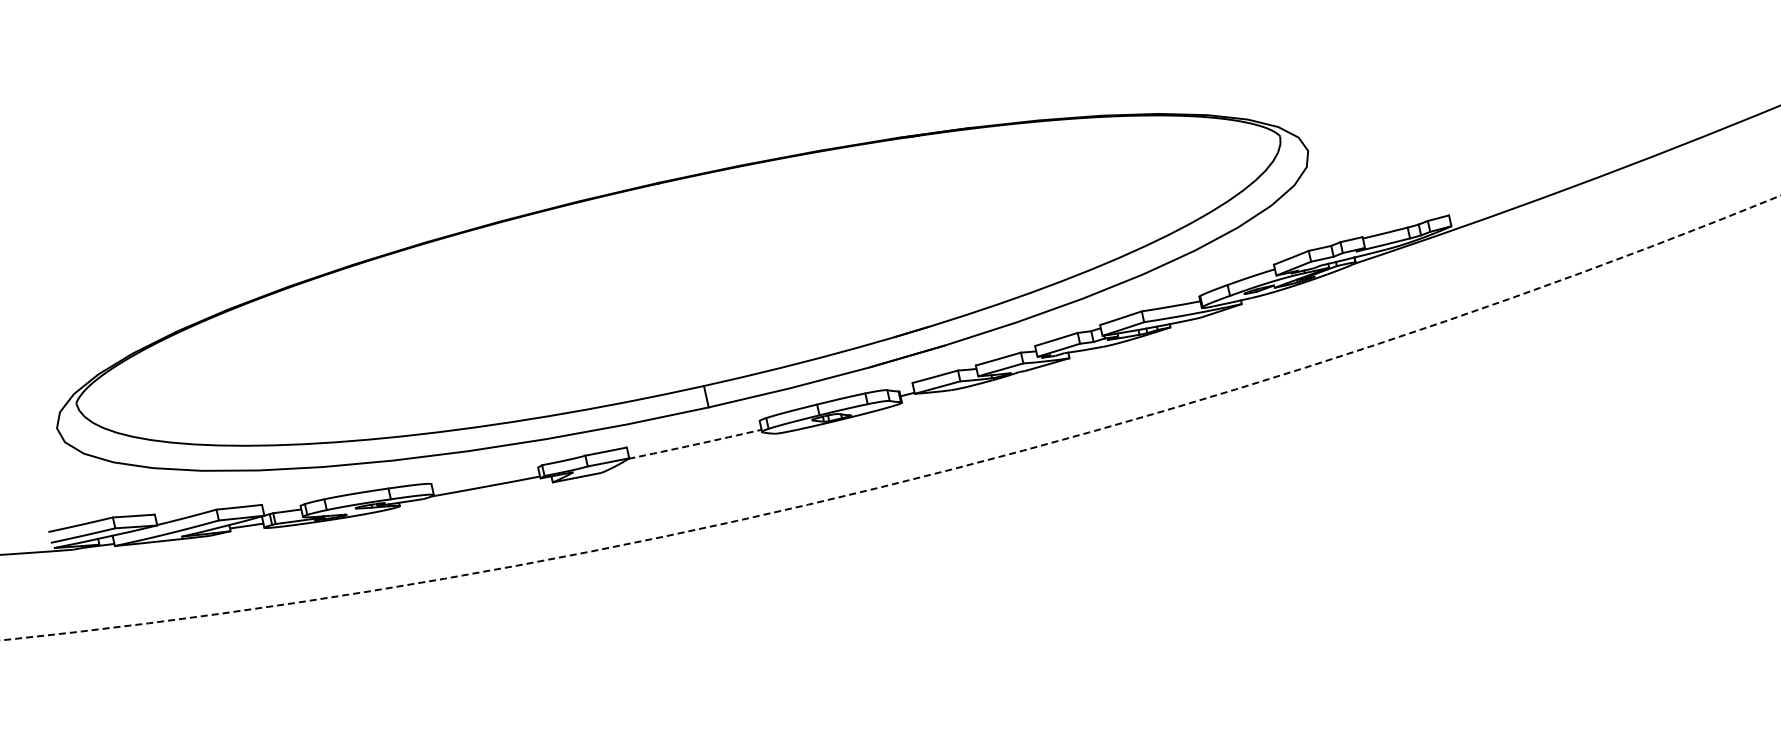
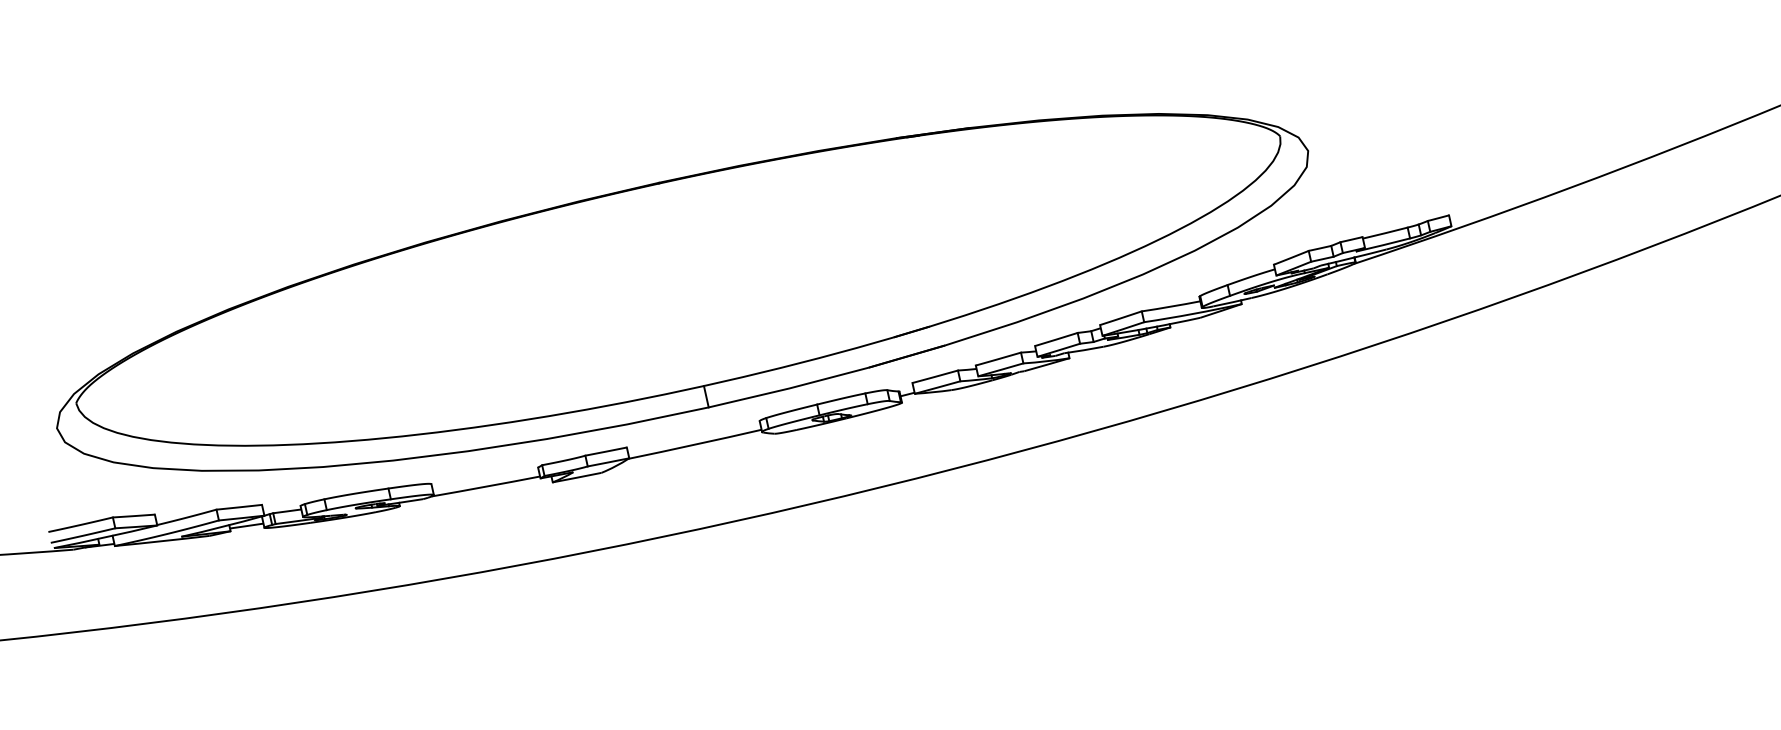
arc at (695, 444): dashed -> solid
arc at (906, 480): dashed -> solid
